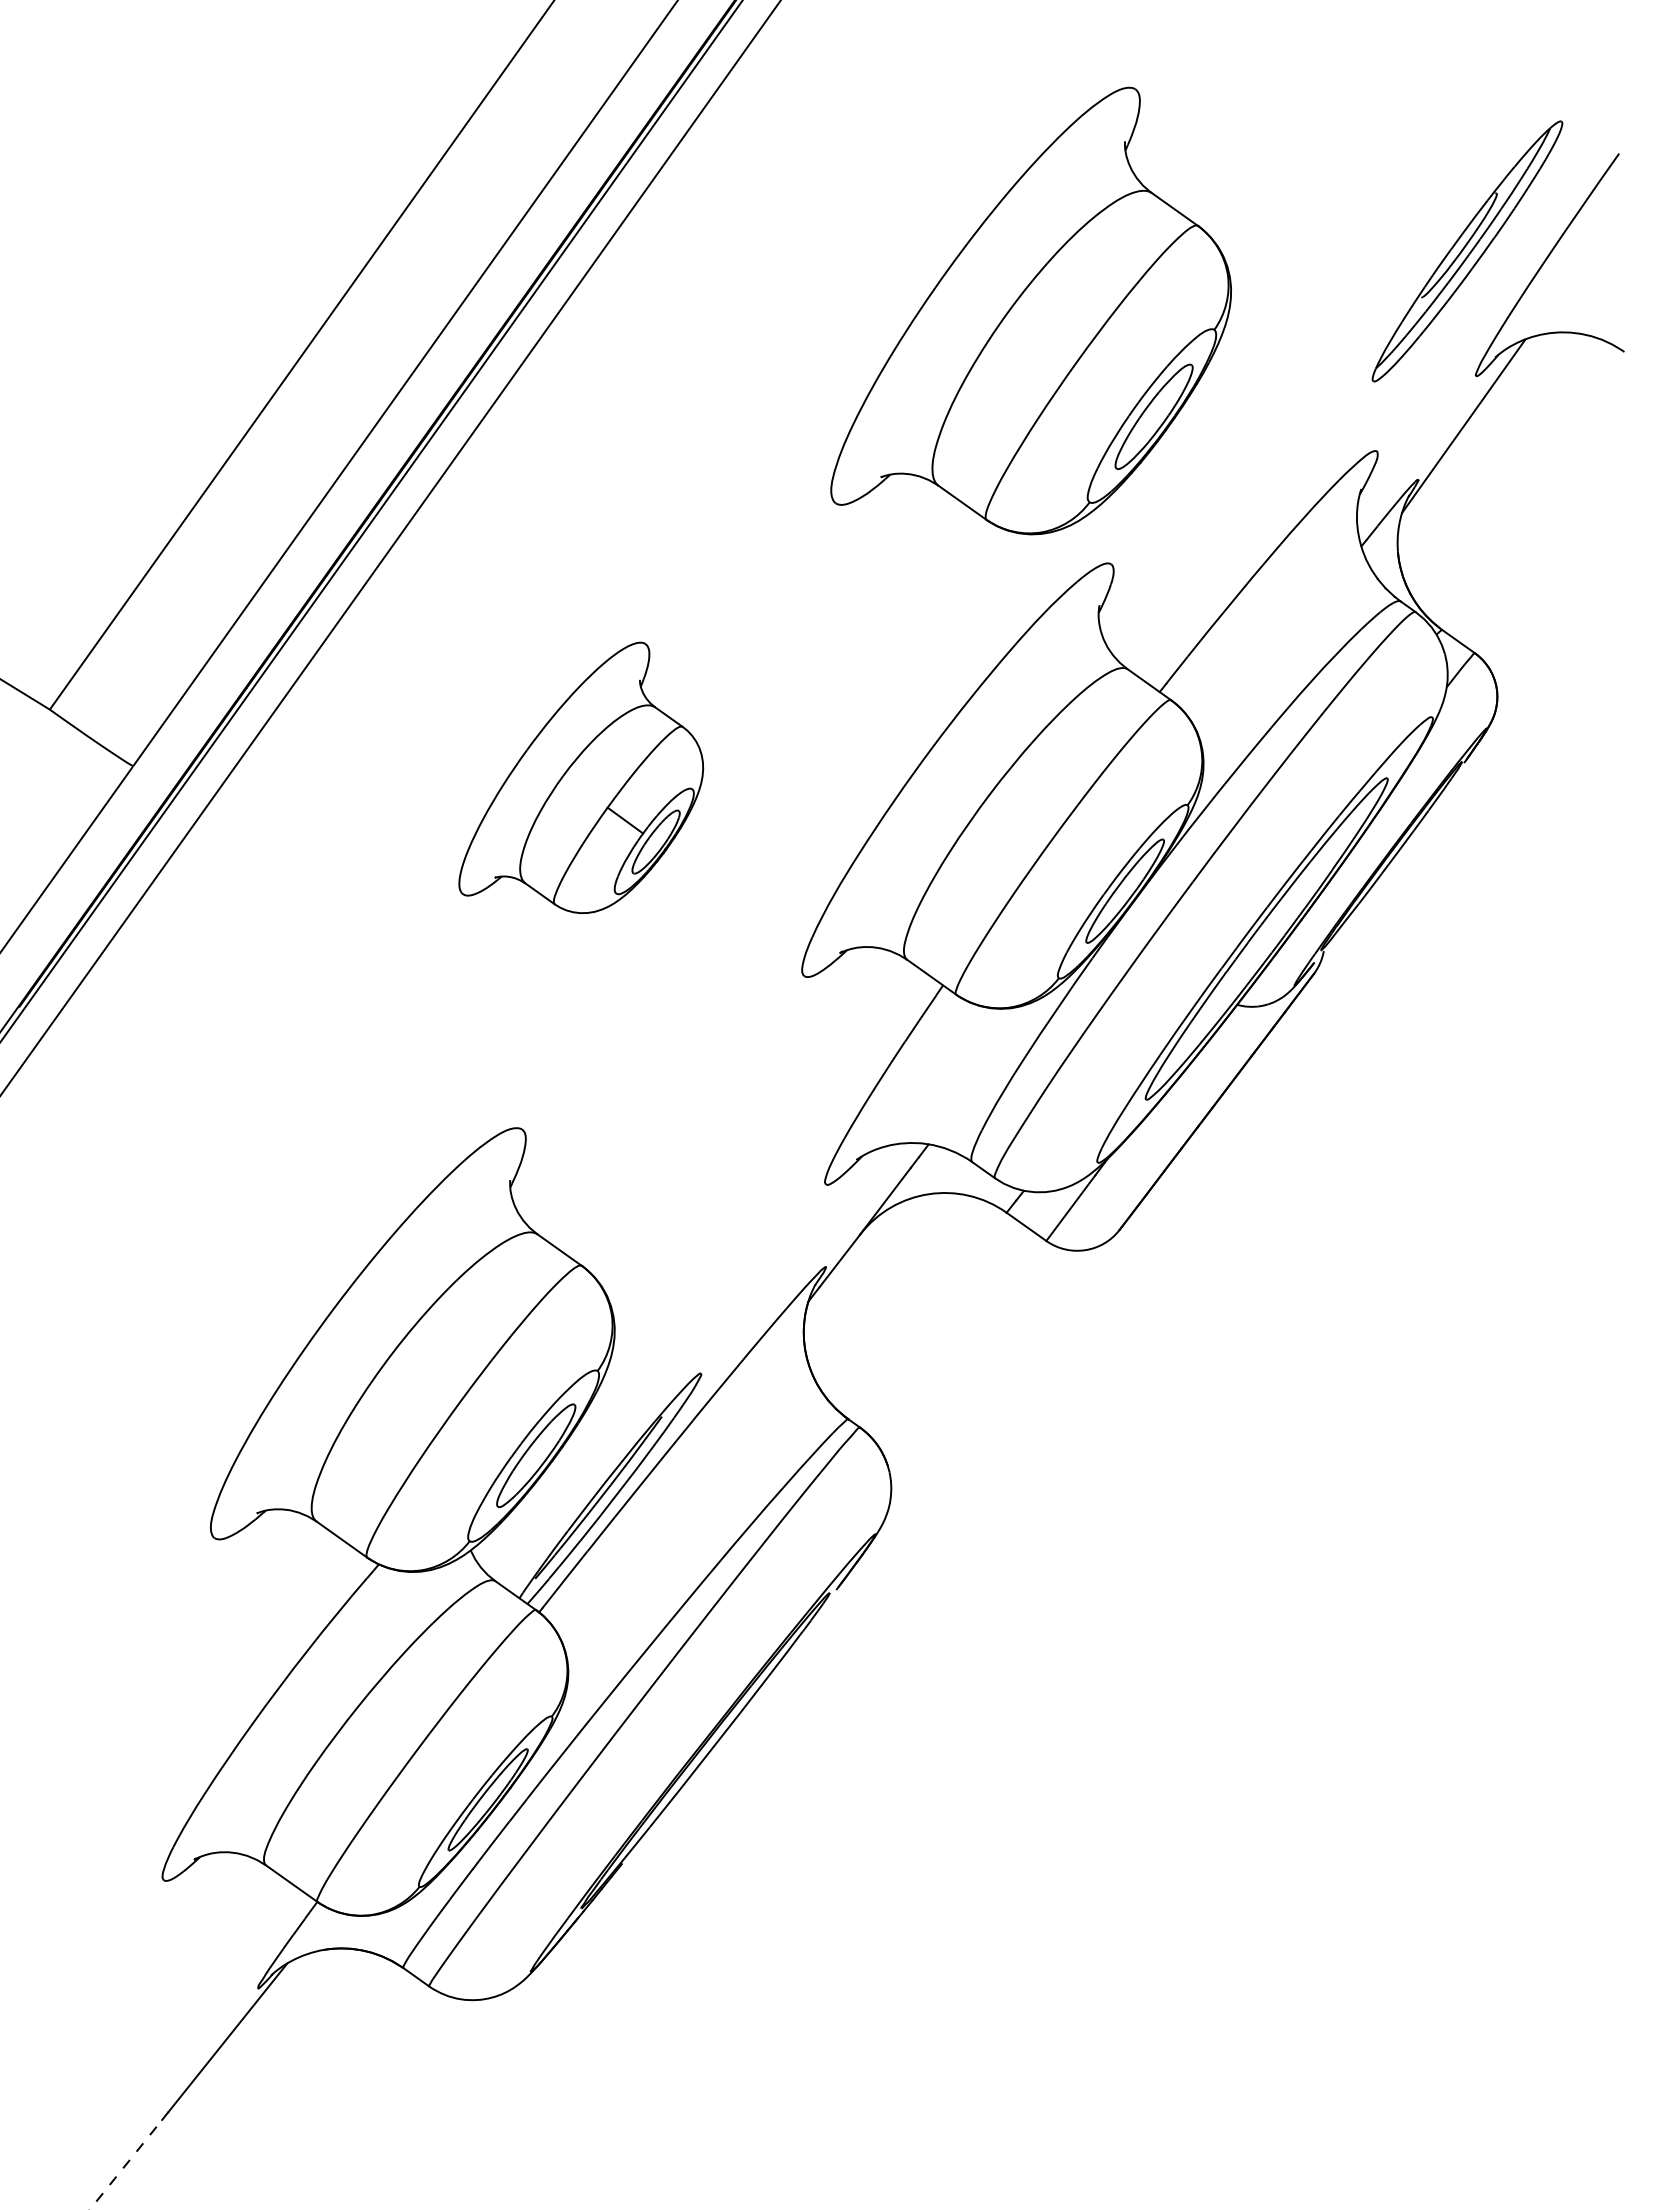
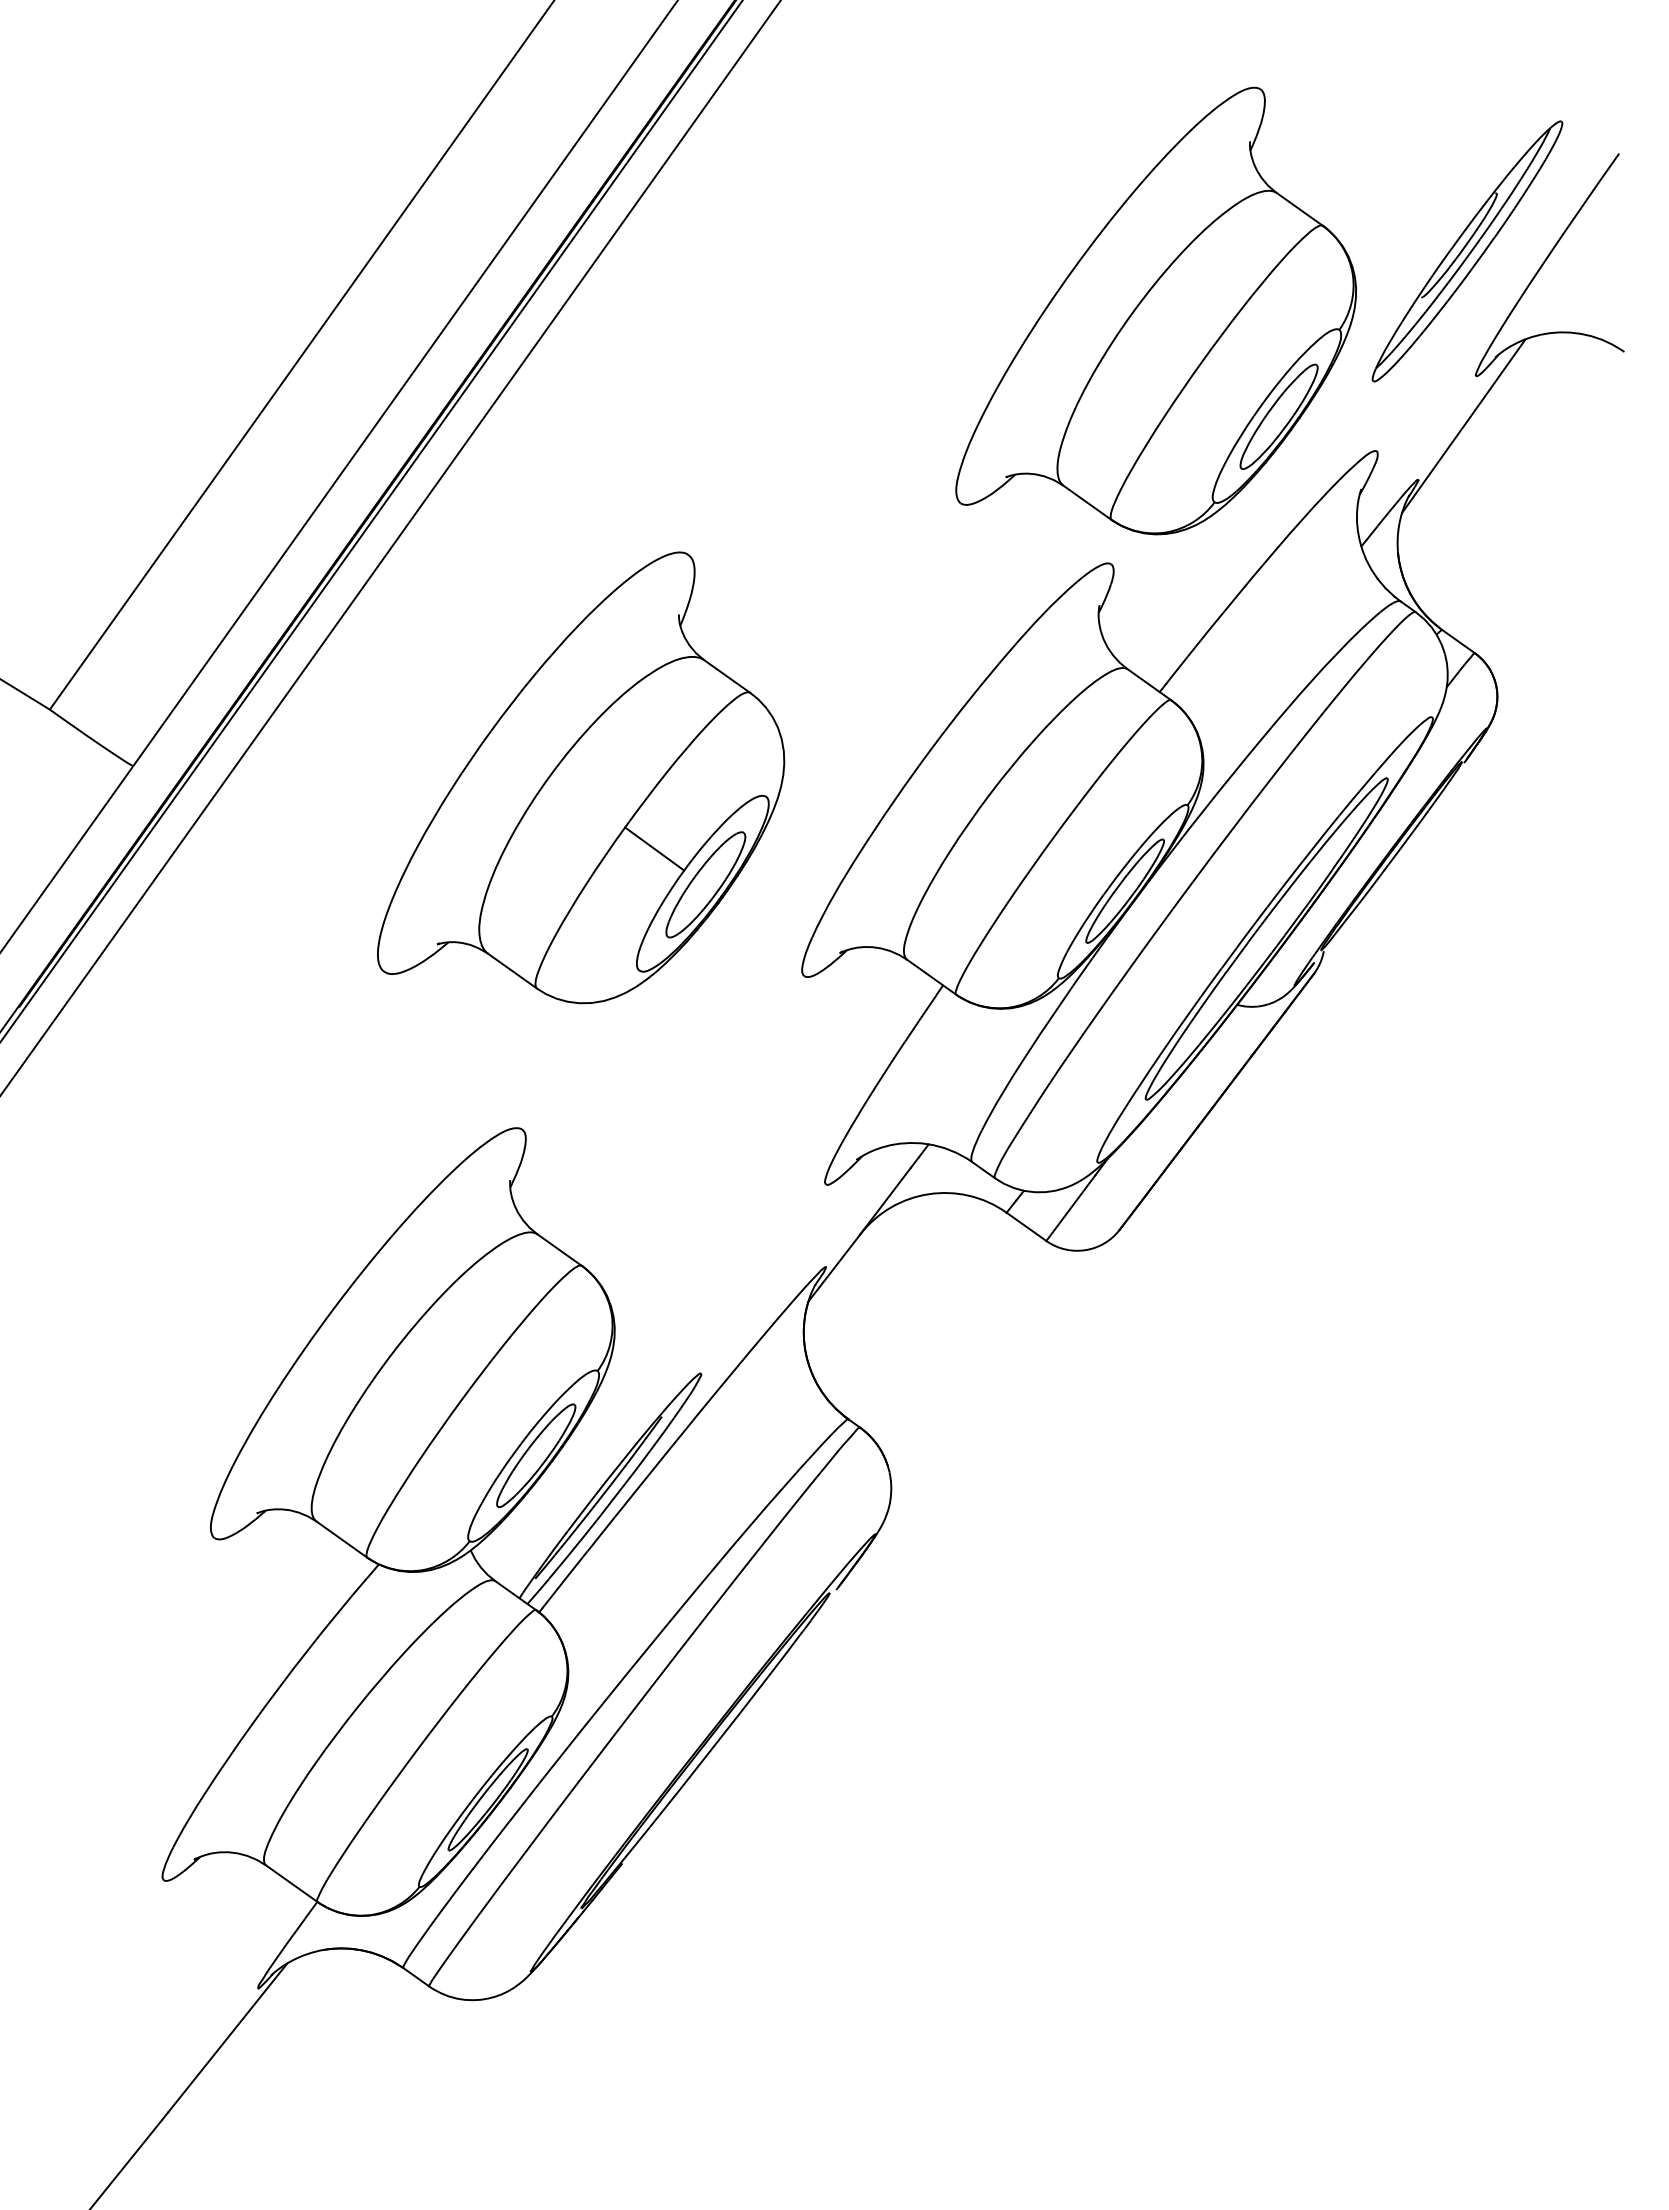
part at (1030, 310) position: (1030, 310) -> (1155, 310)
part at (581, 777) size: 247x273 px -> 409x454 px
line at (126, 2164): dashed -> solid
